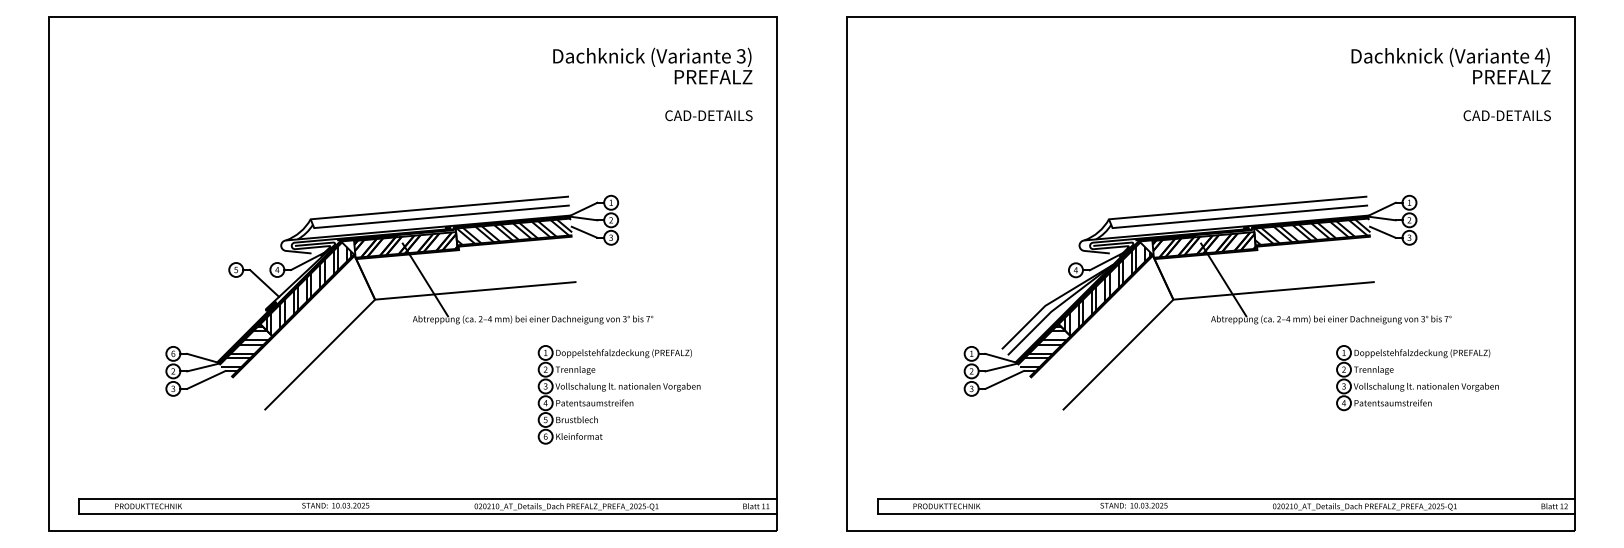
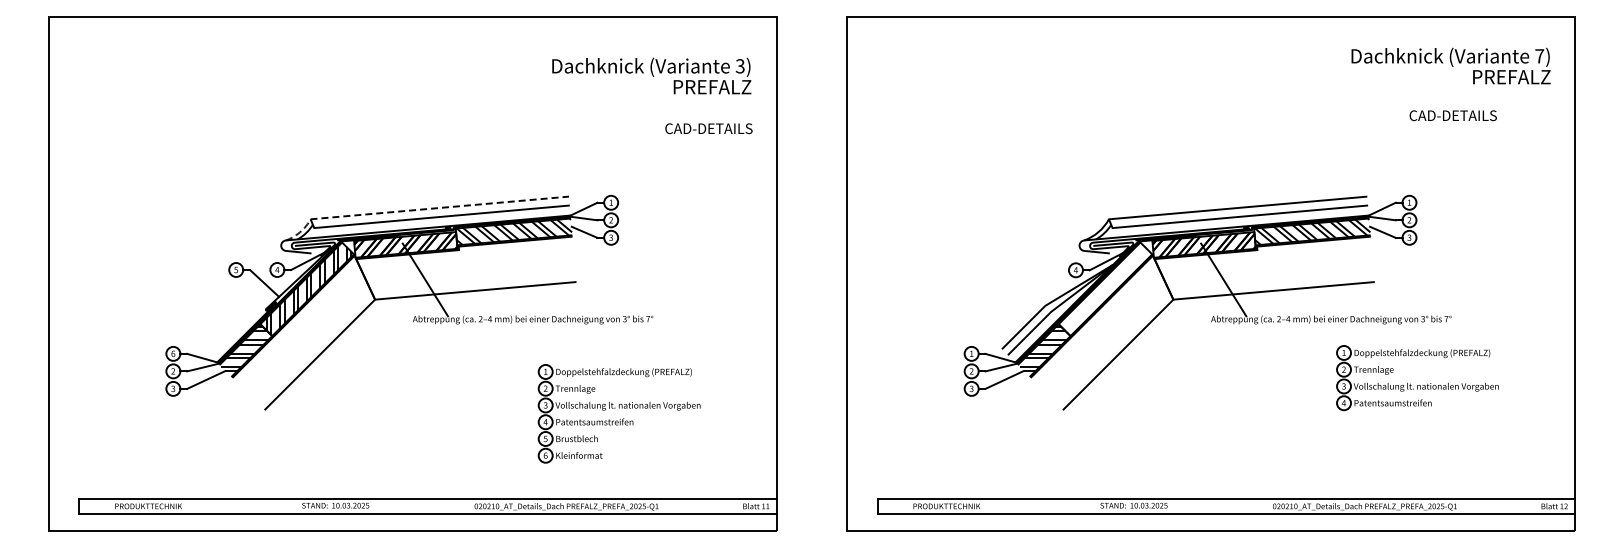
text at (1539, 56): 4) -> 7)
text at (652, 65) position: (652, 65) -> (651, 75)
text at (708, 115) position: (708, 115) -> (708, 128)
text at (1506, 115) position: (1506, 115) -> (1452, 115)
line at (415, 210): solid -> dashed
hatch at (1107, 290): present -> none
part at (618, 394) position: (618, 394) -> (618, 413)
